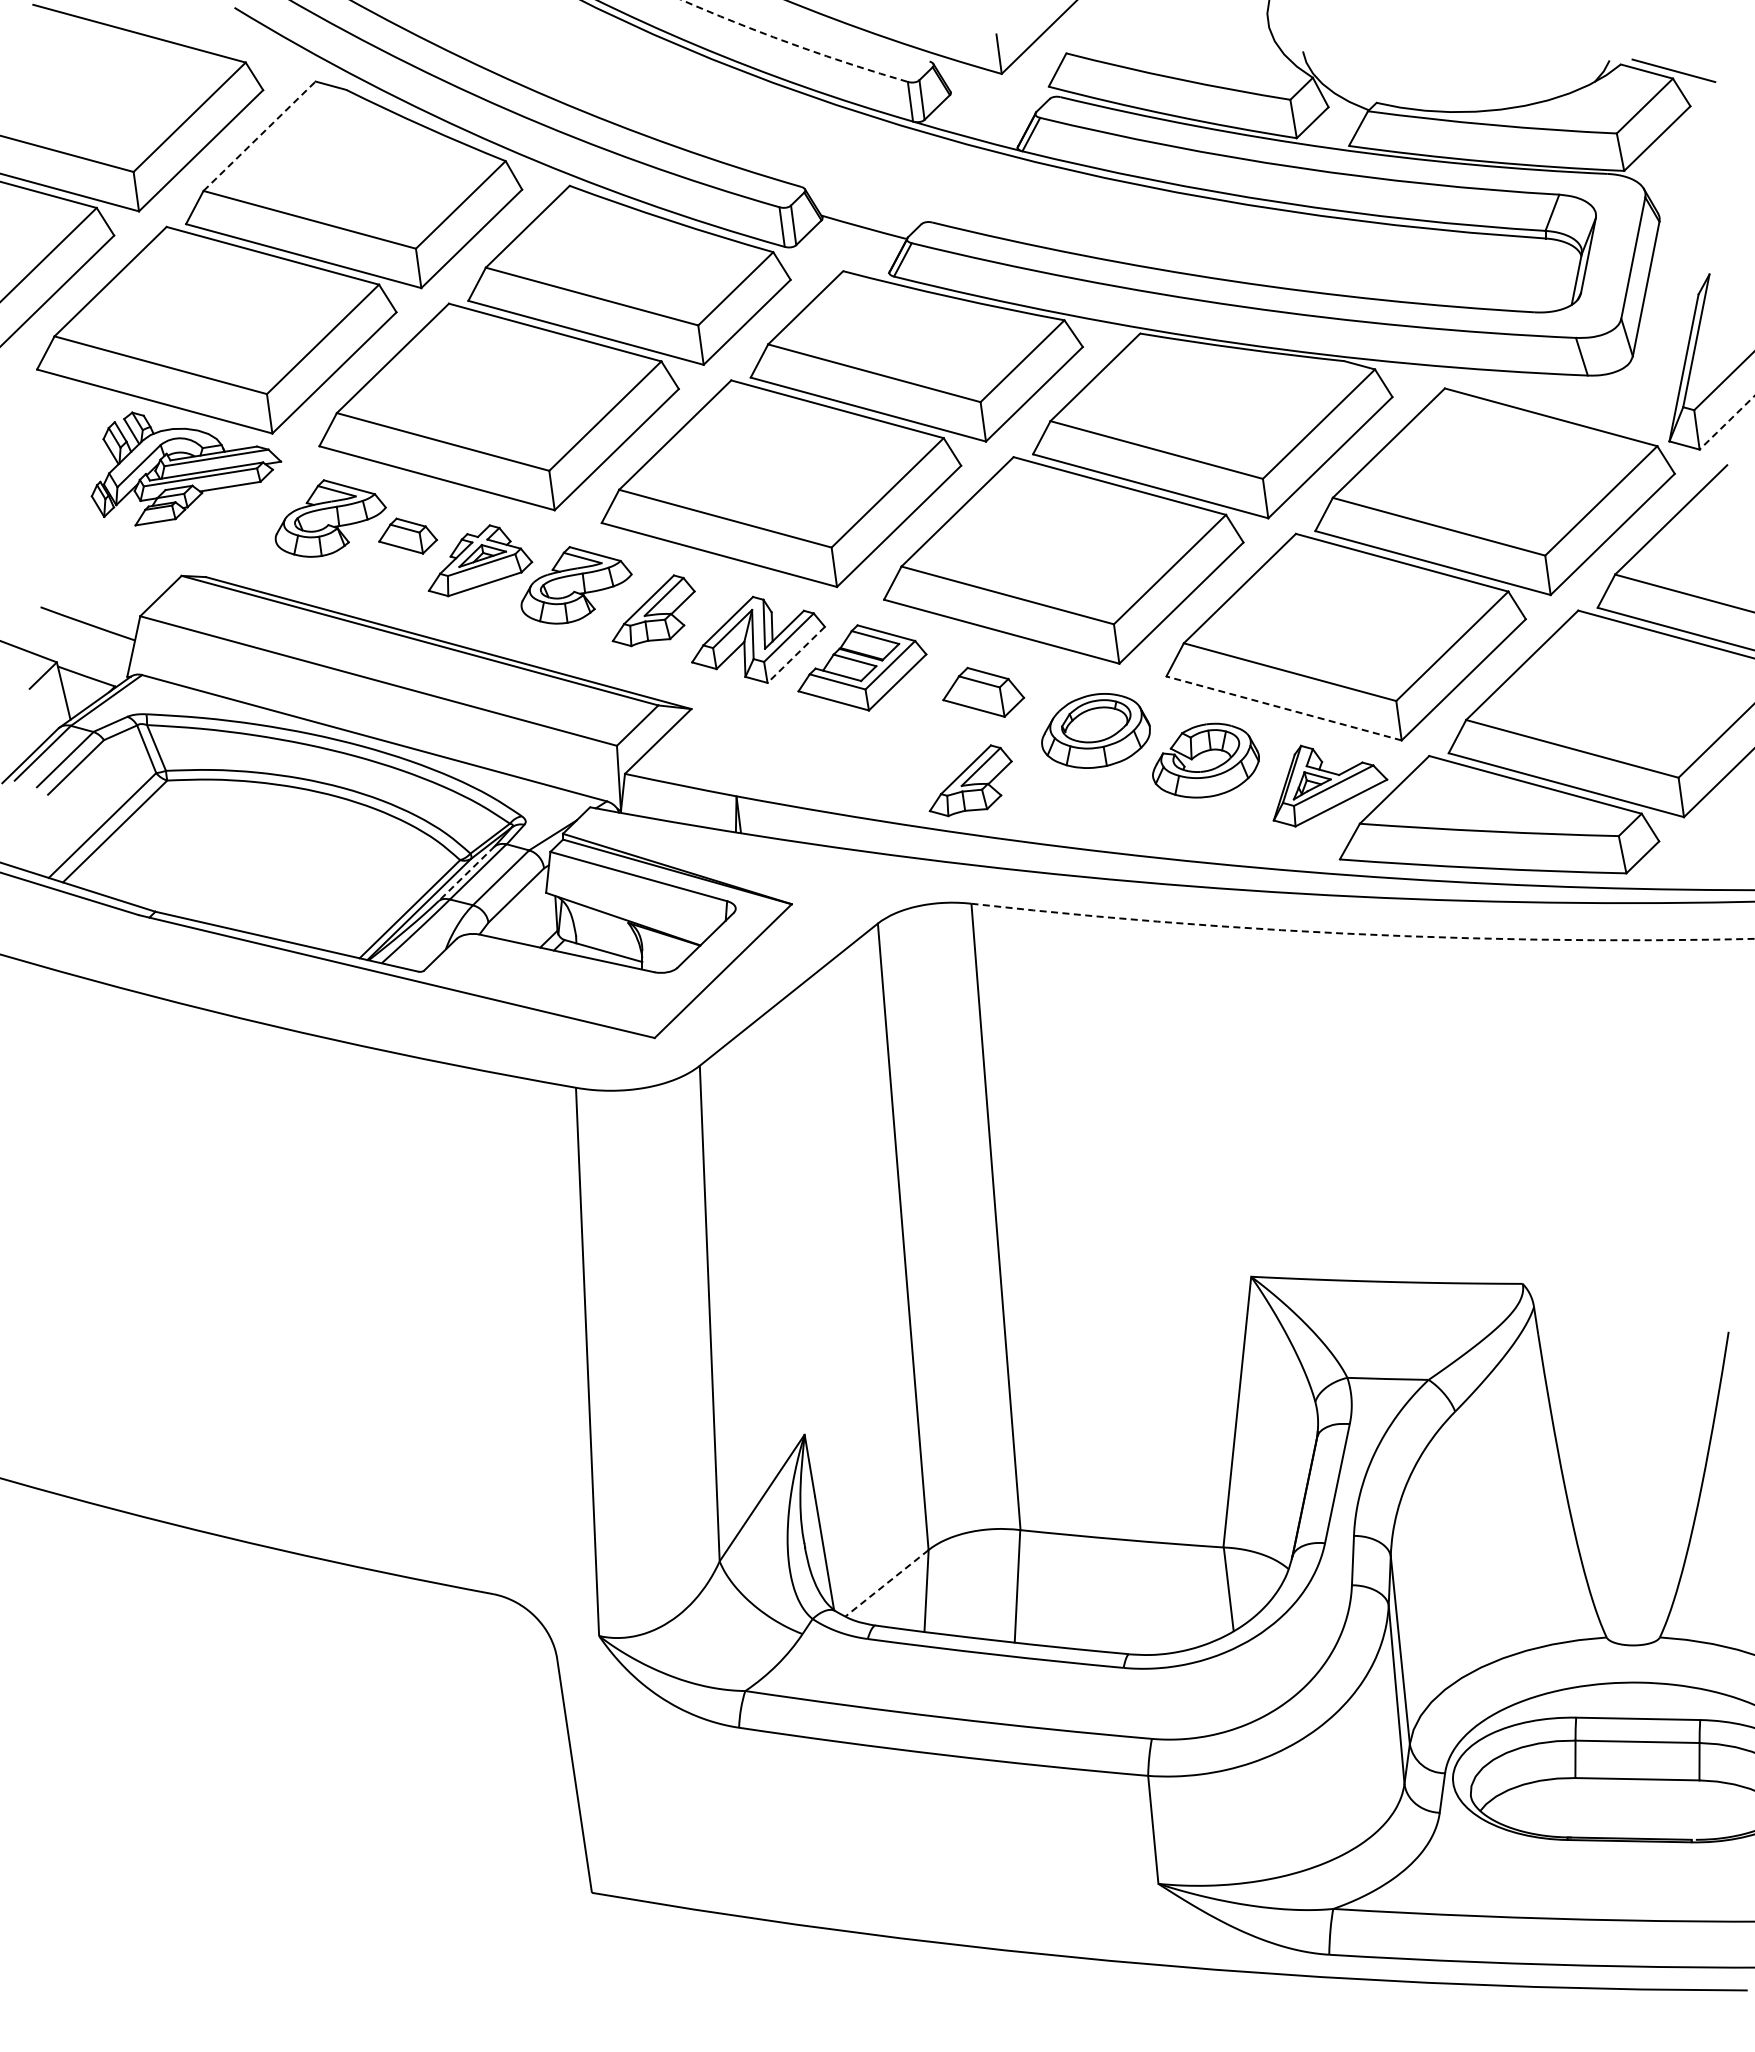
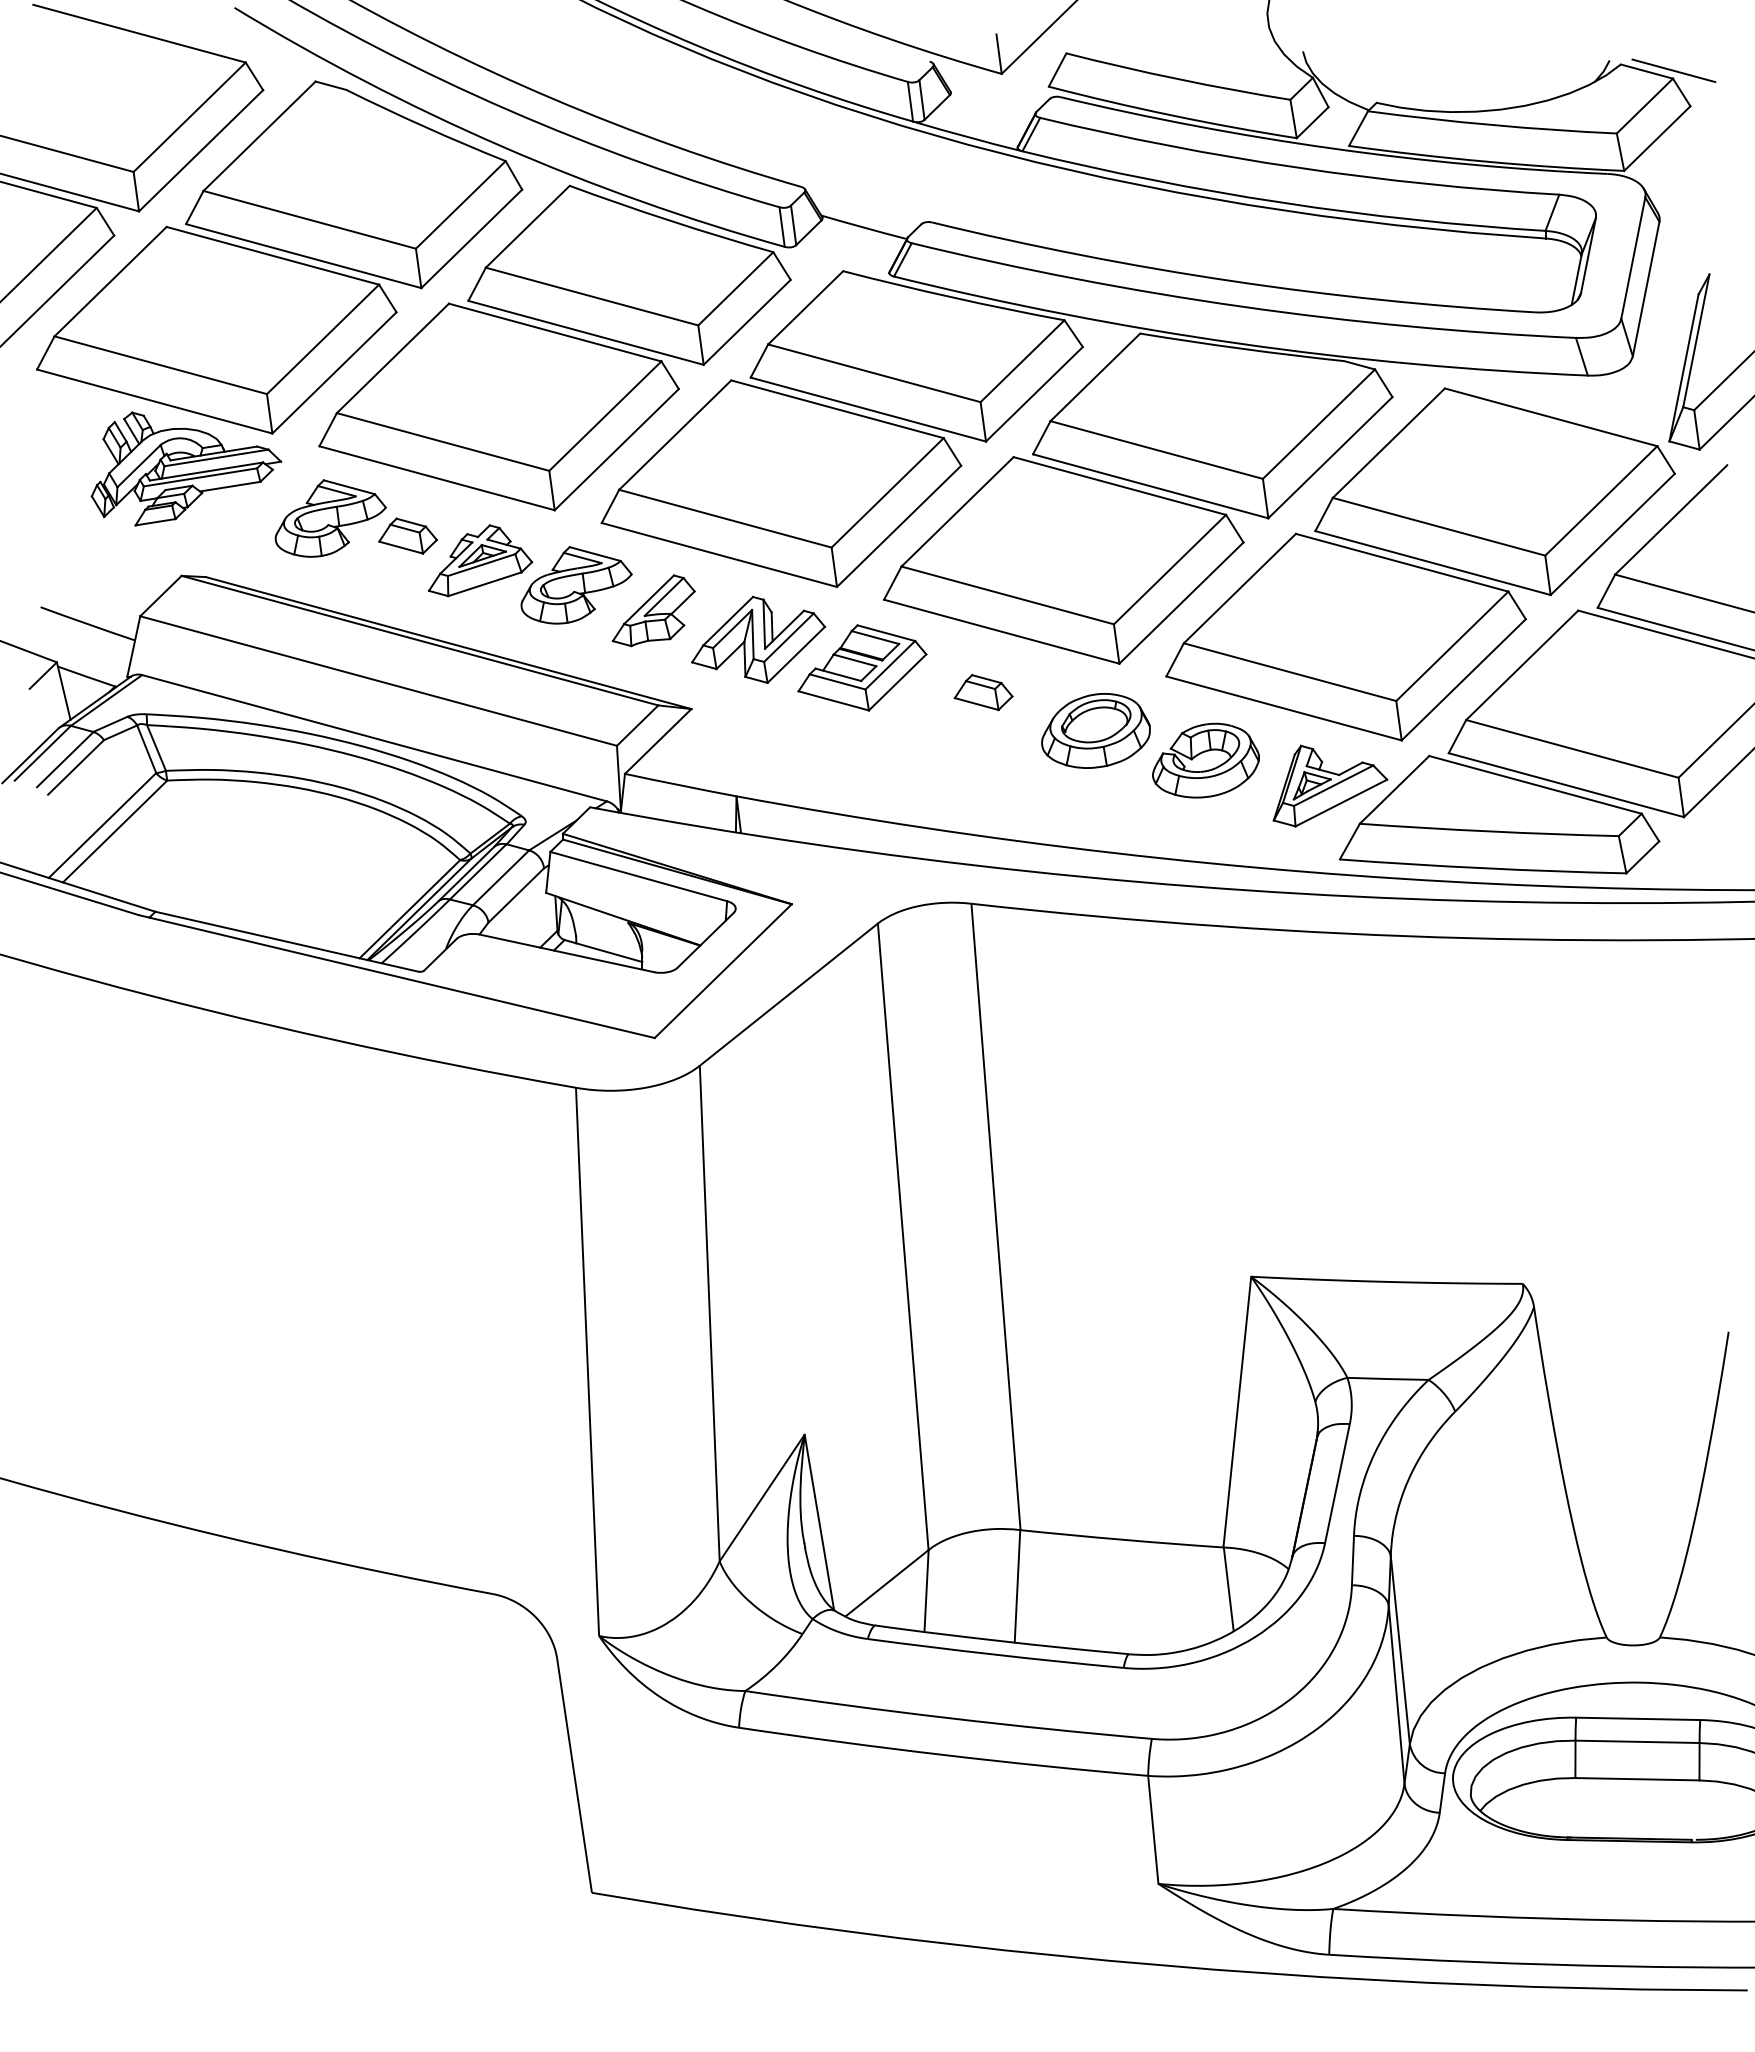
arc at (793, 44): dashed -> solid
line at (259, 135): dashed -> solid
line at (1726, 423): dashed -> solid
line at (795, 655): dashed -> solid
part at (983, 691) size: 84x52 px -> 61x38 px
line at (1284, 708): dashed -> solid
part at (970, 780): present -> none
line at (466, 873): dashed -> solid
arc at (1362, 934): dashed -> solid
line at (886, 1583): dashed -> solid
